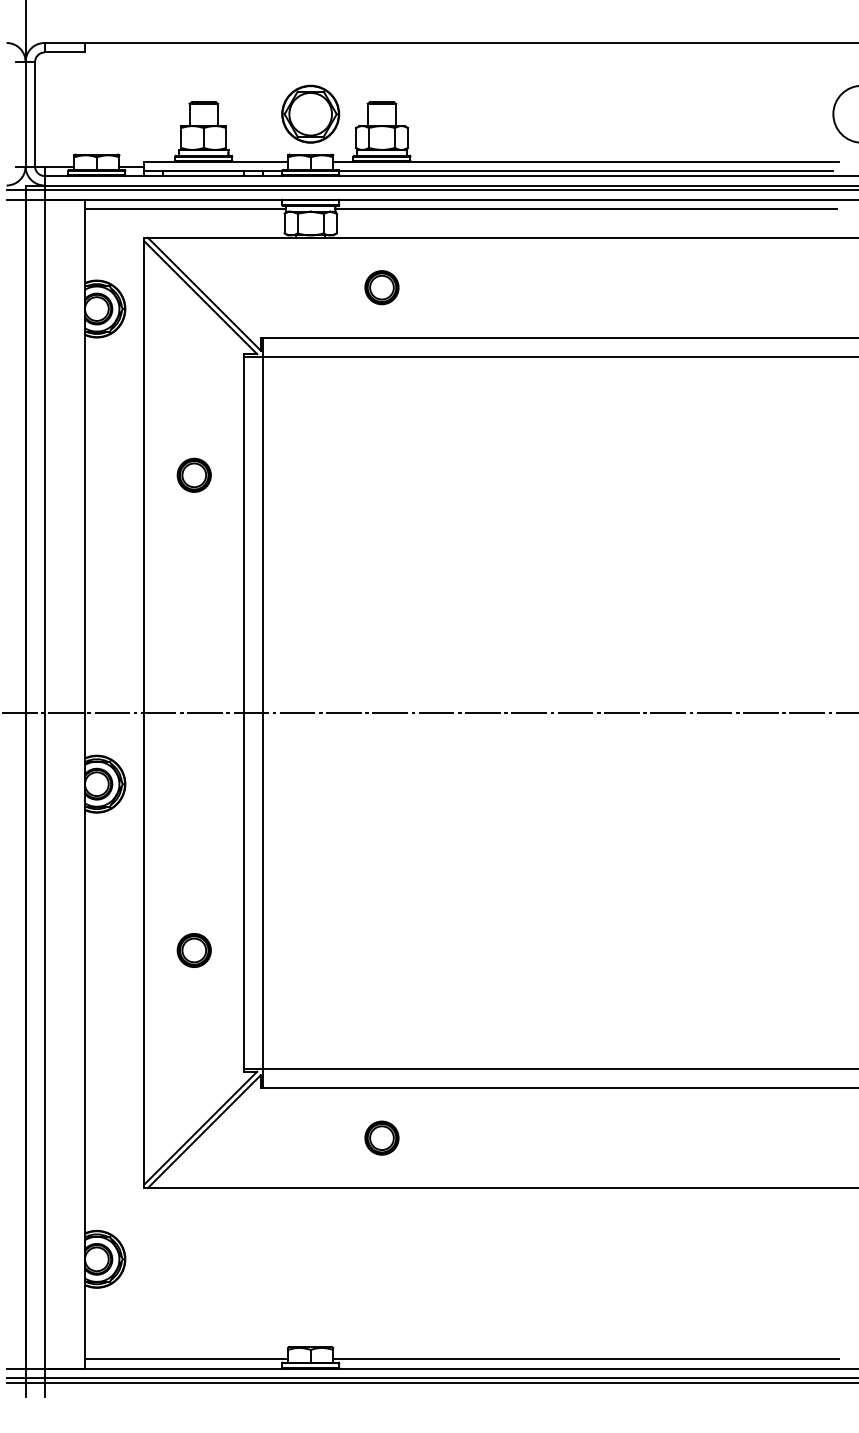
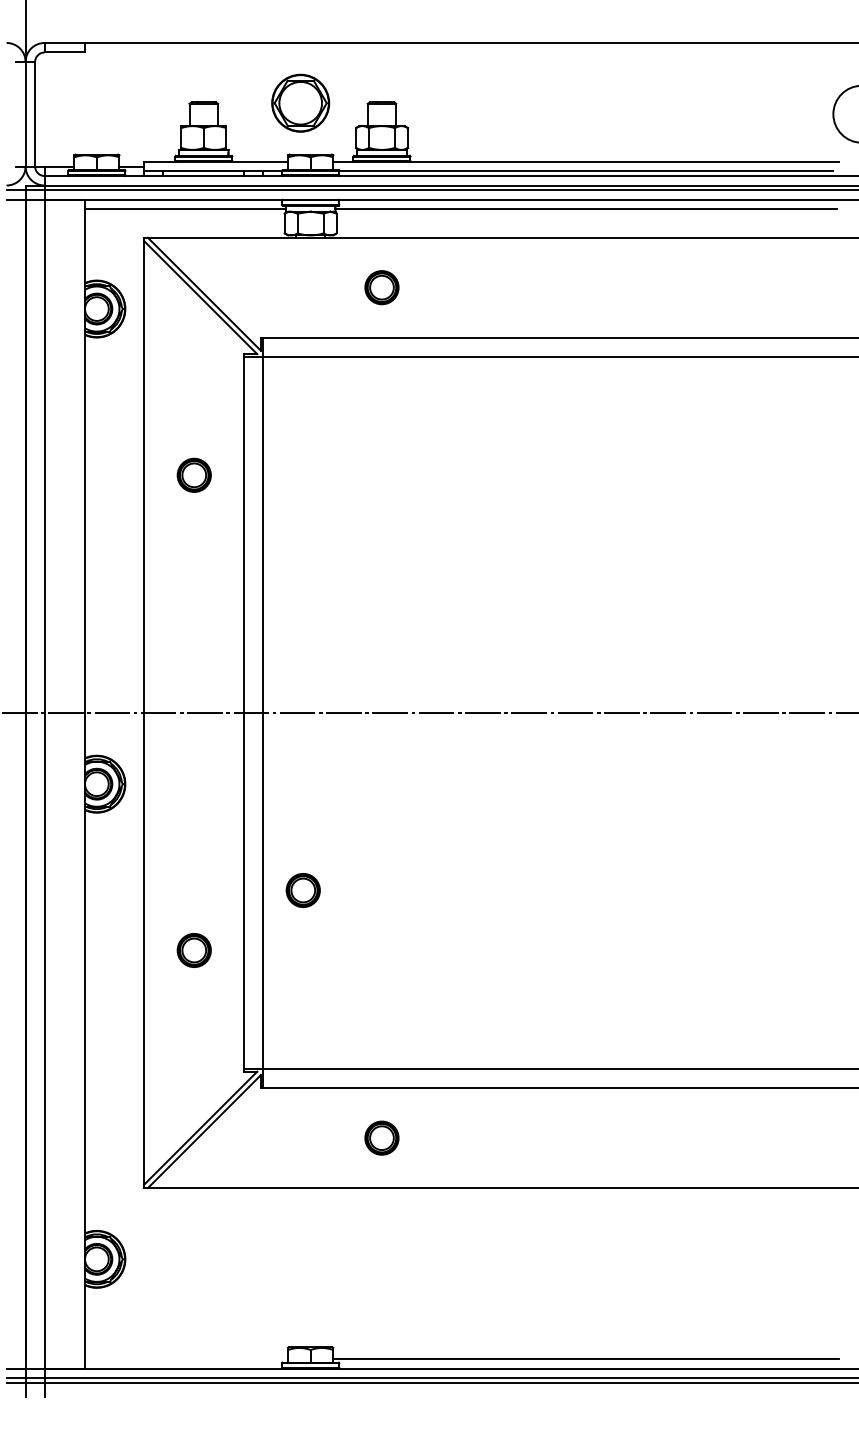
part at (310, 113) position: (310, 113) -> (300, 102)
part at (302, 890): none -> present
line at (186, 1359): present -> none
